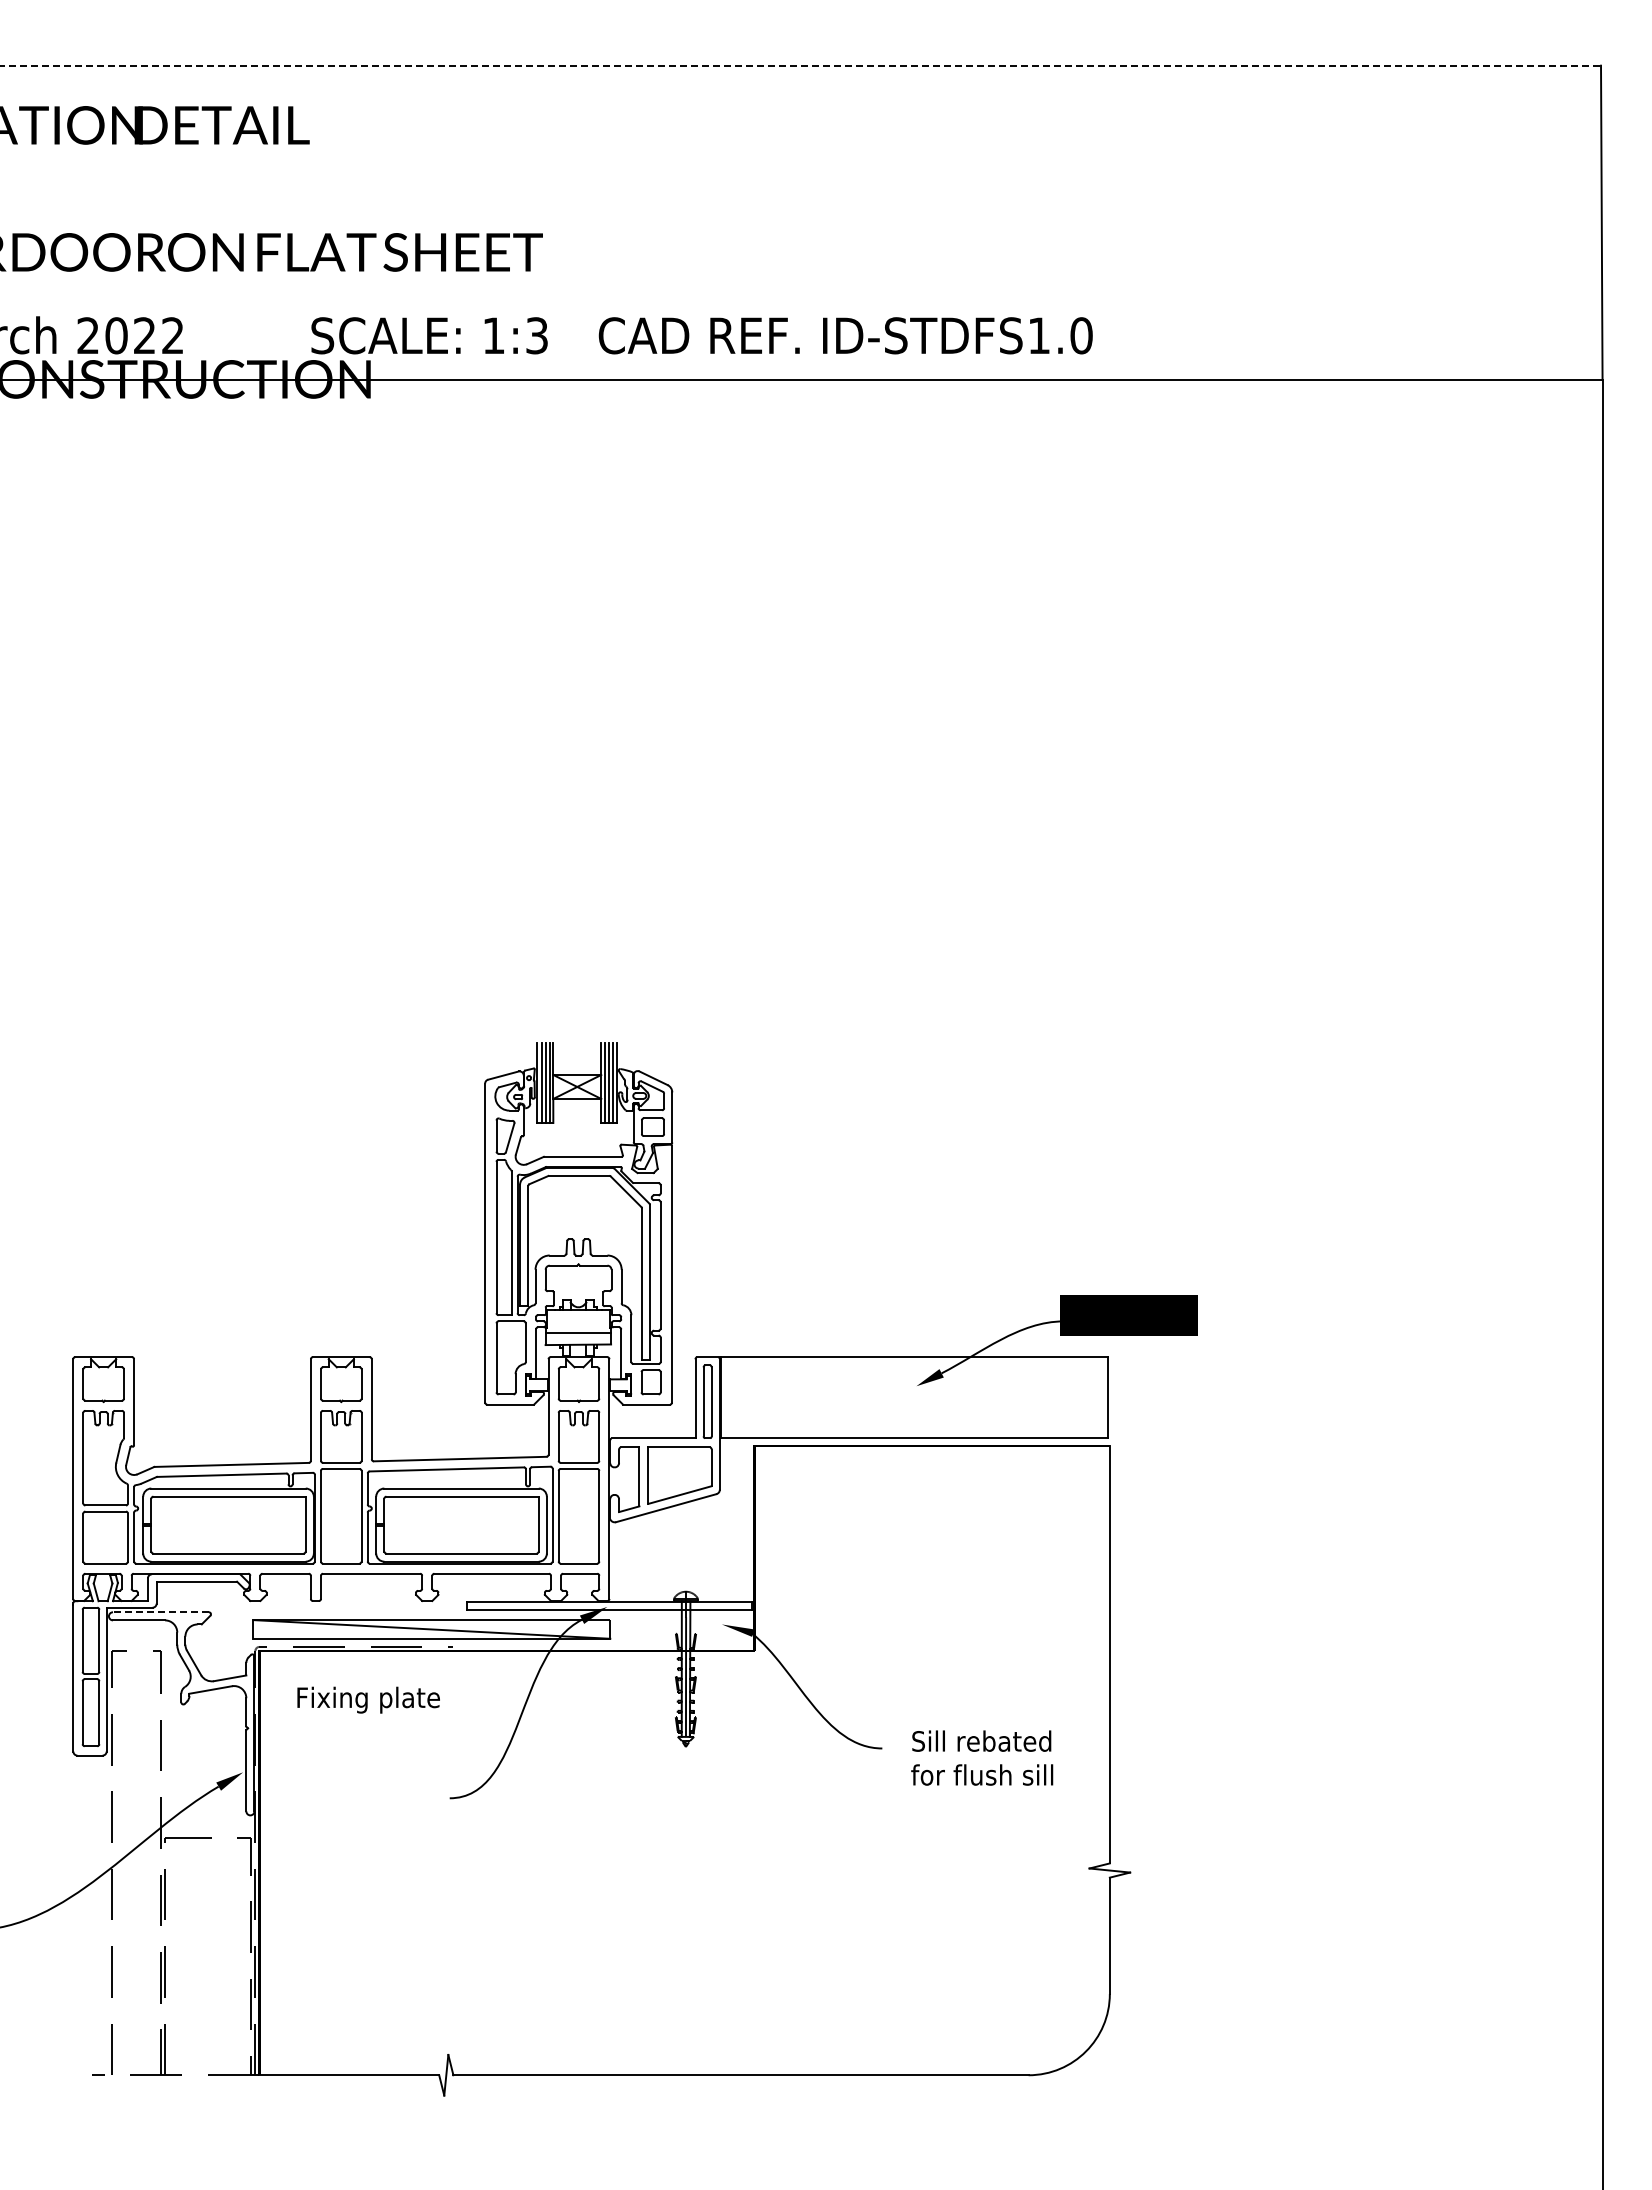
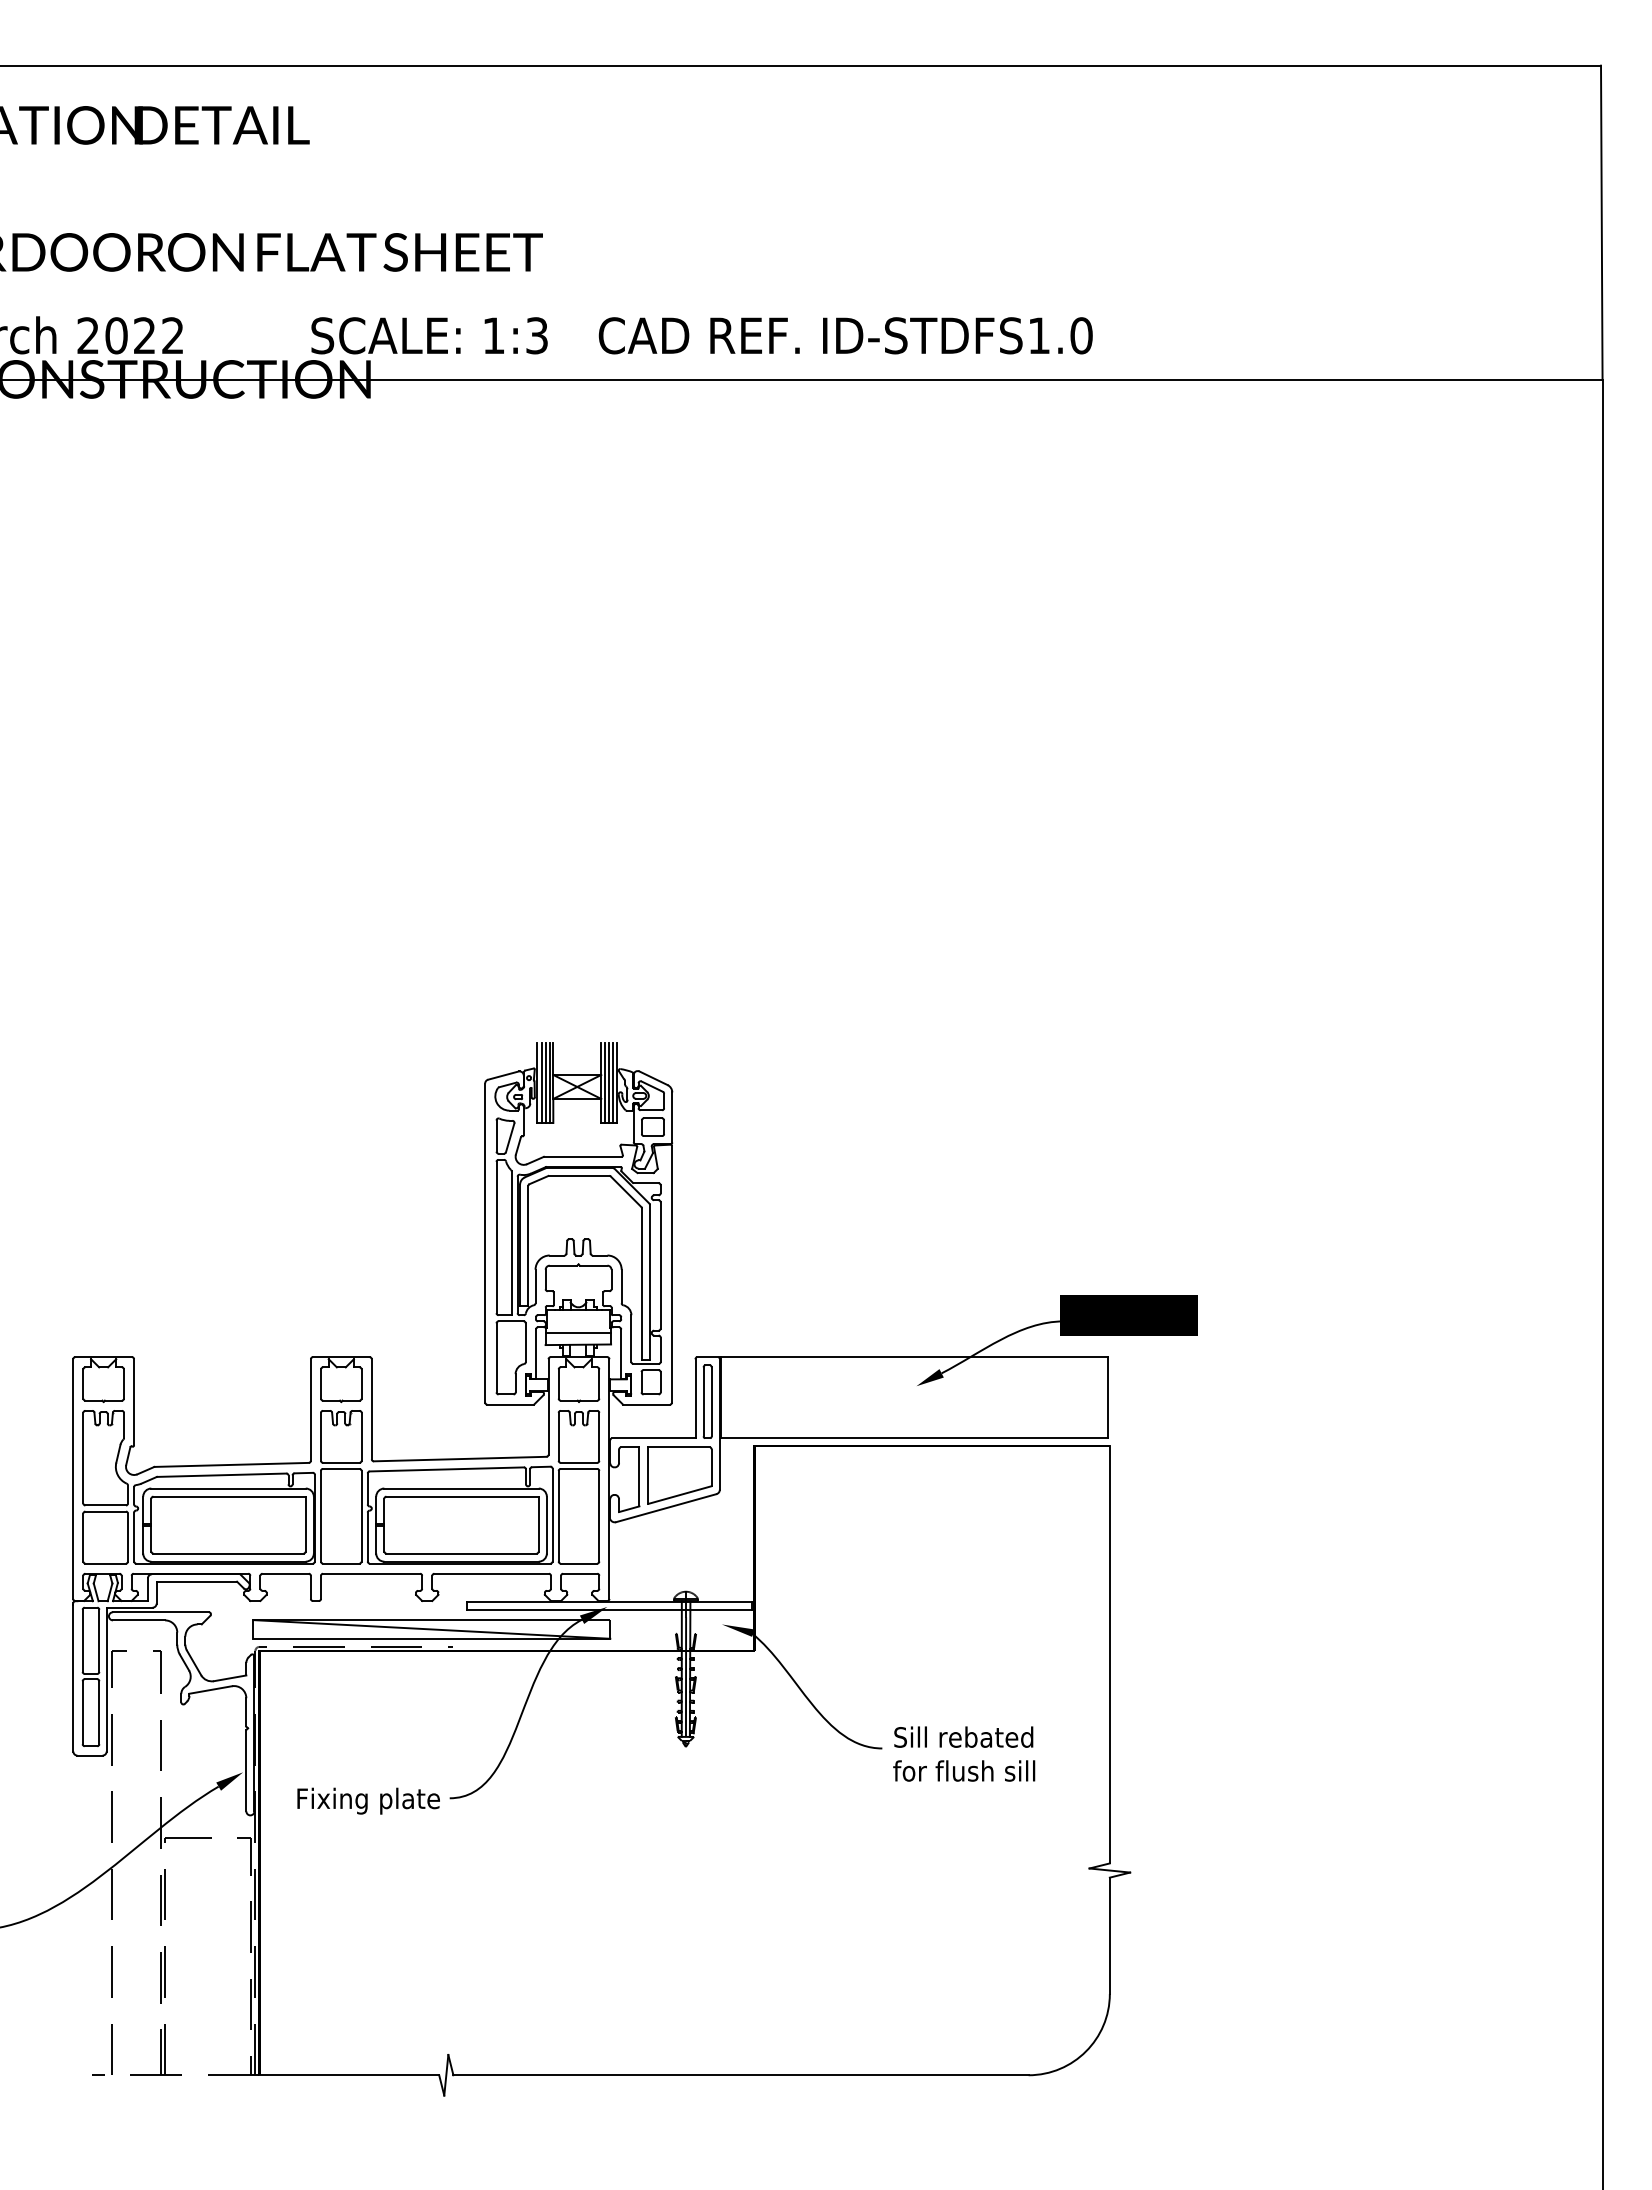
line at (801, 65): dashed -> solid
line at (160, 1612): dashed -> solid
text at (368, 1699) position: (368, 1699) -> (368, 1800)
text at (982, 1757) position: (982, 1757) -> (964, 1753)
